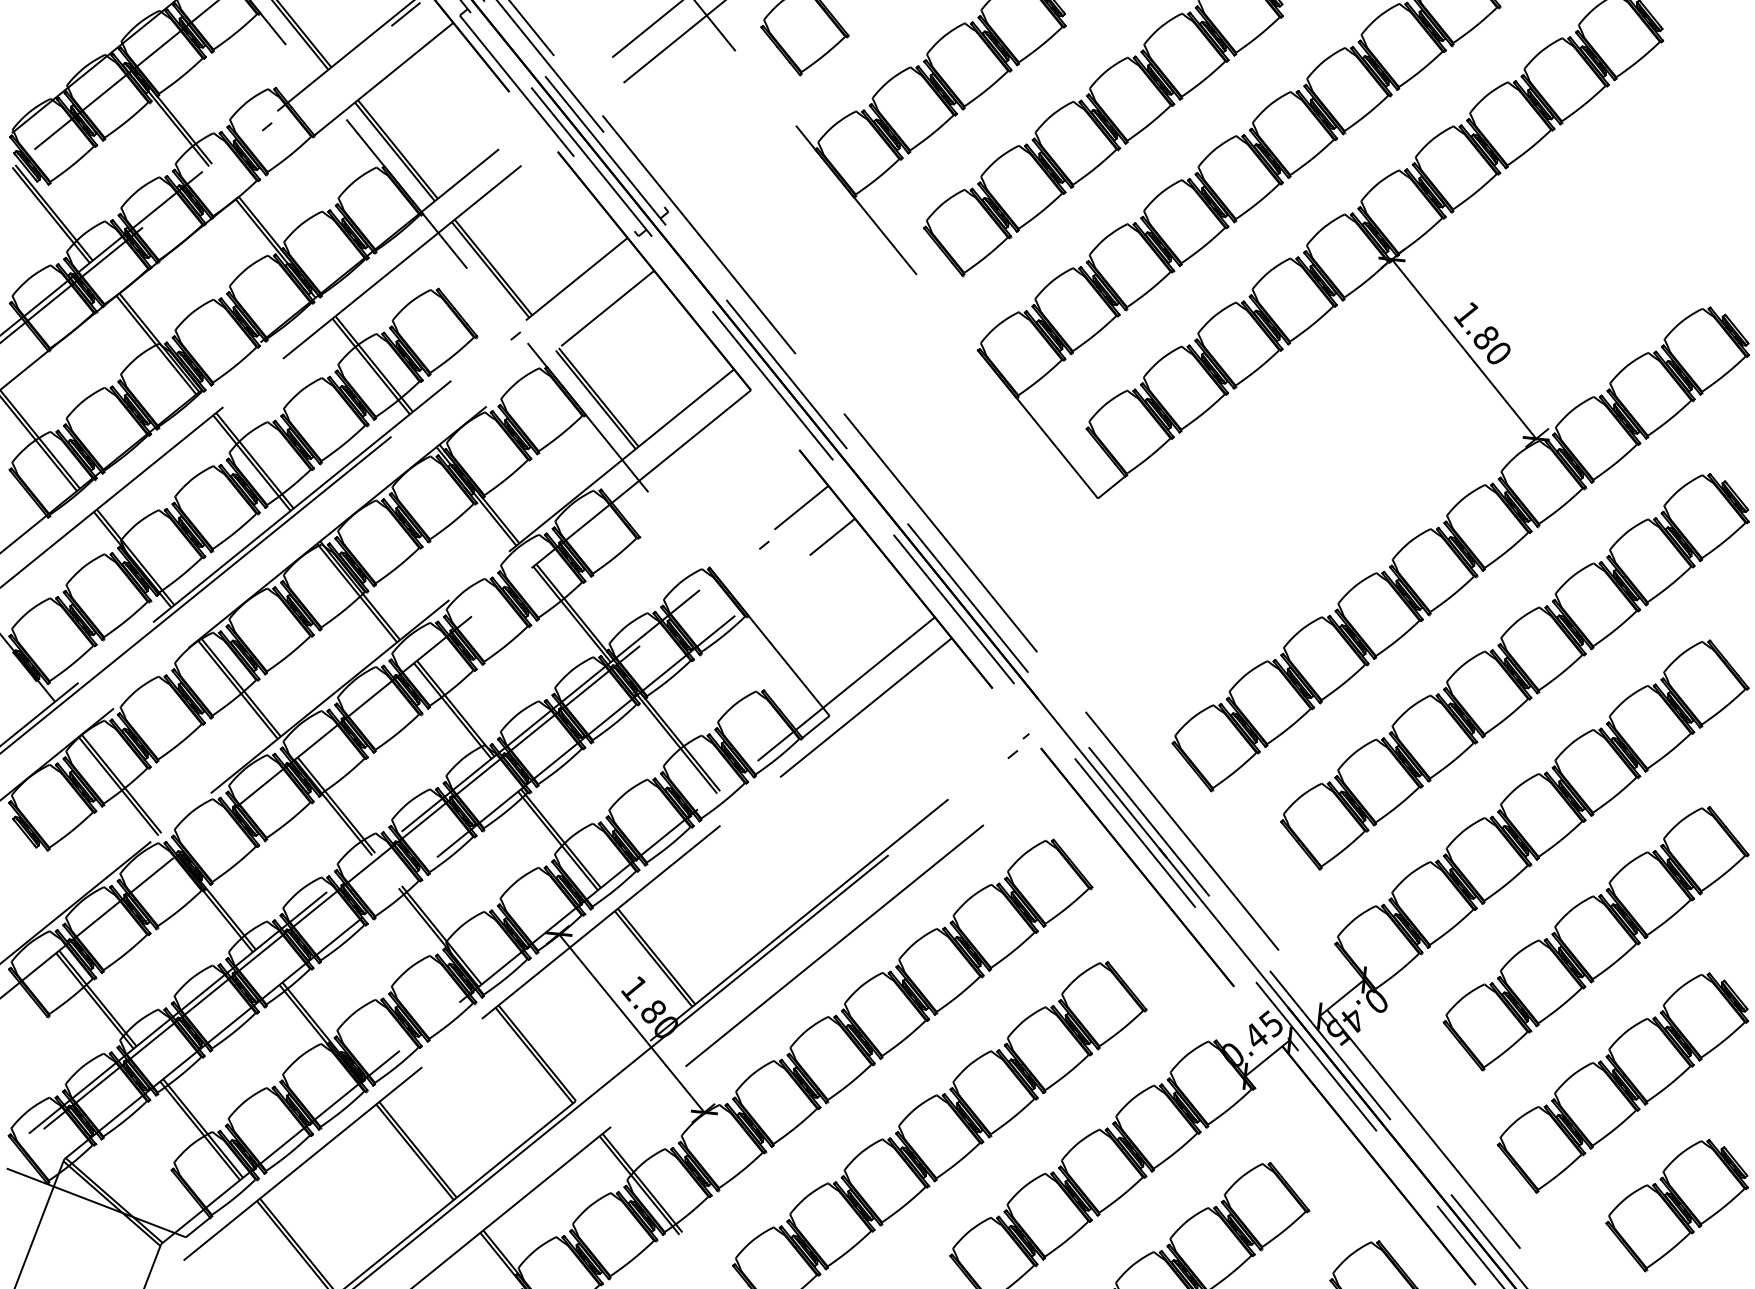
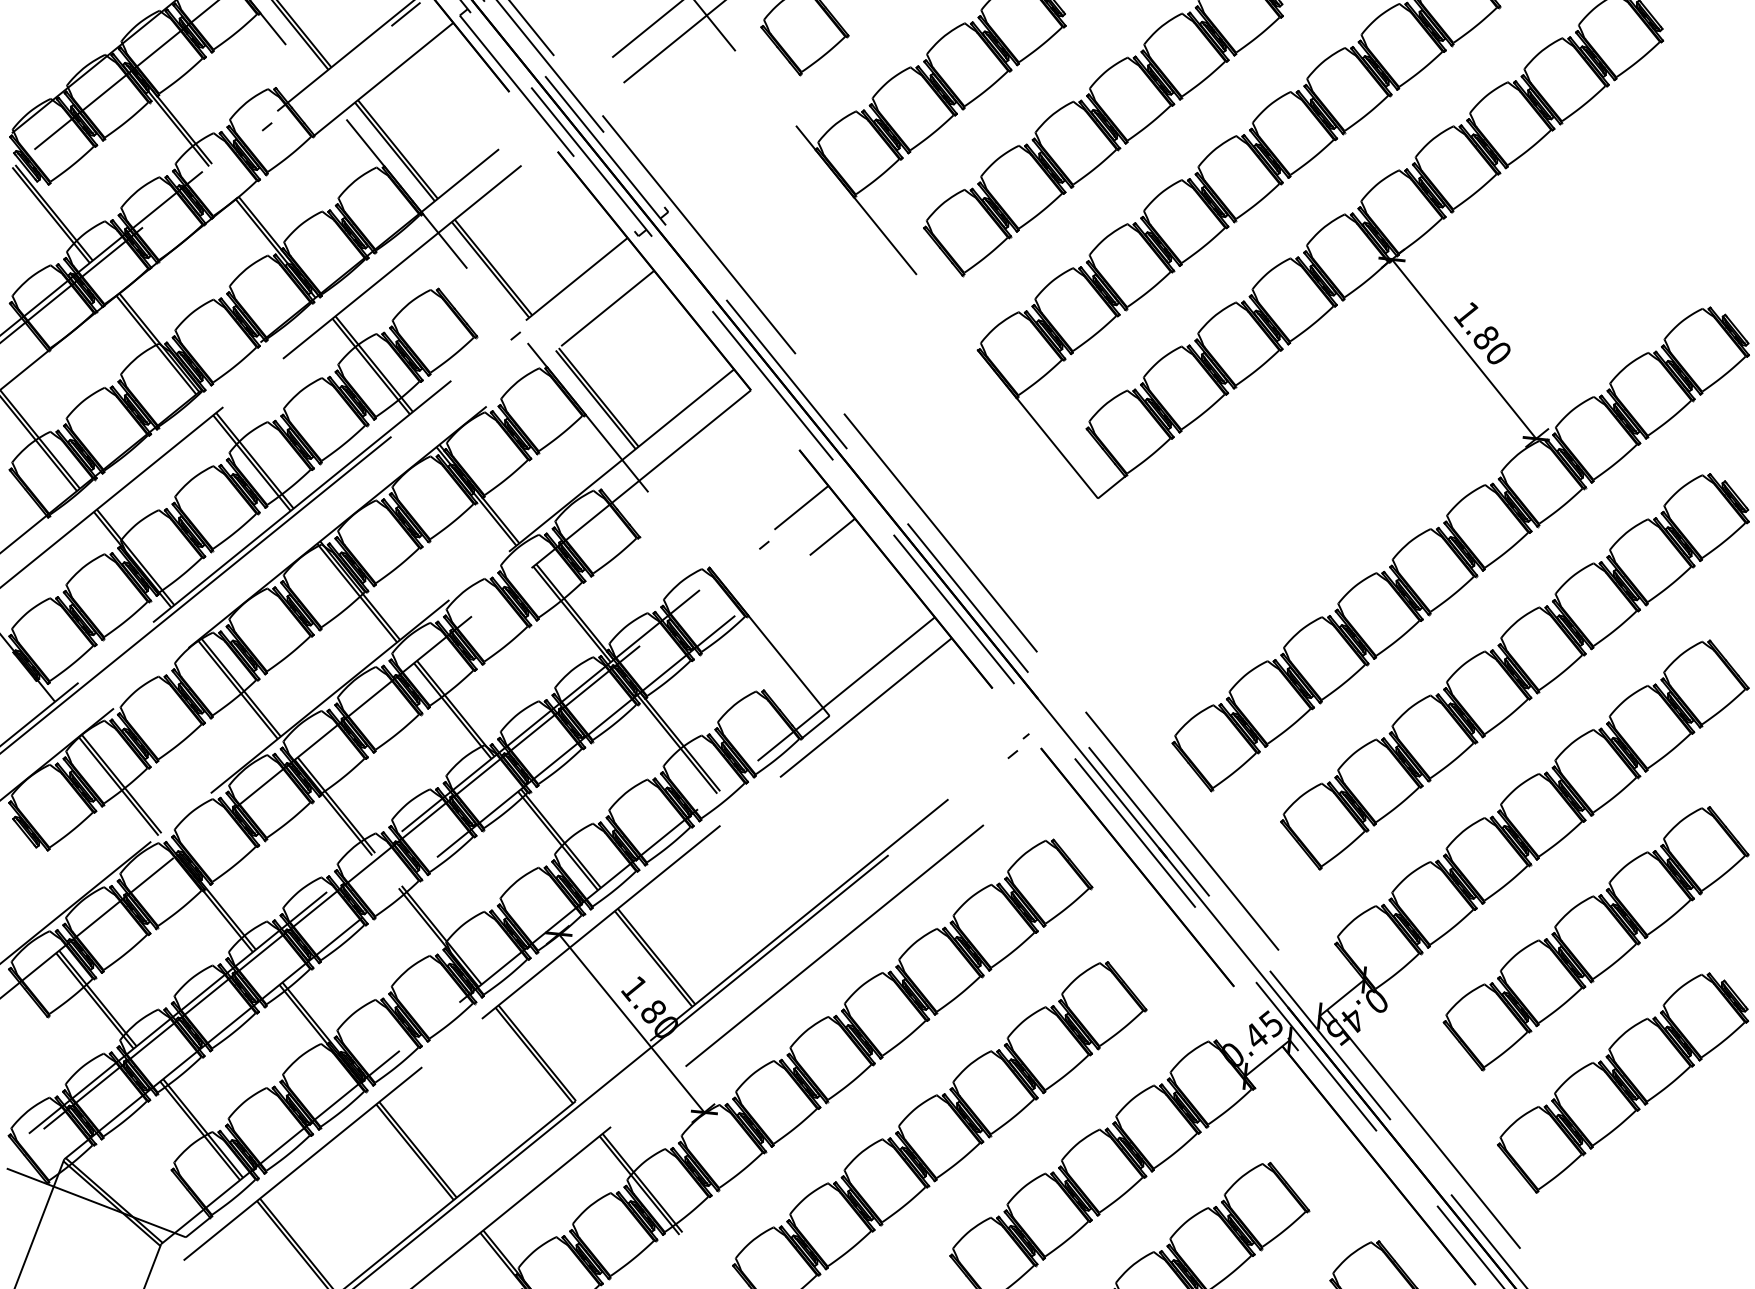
part at (1676, 1205): present -> none
